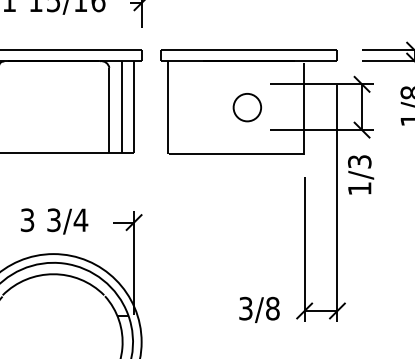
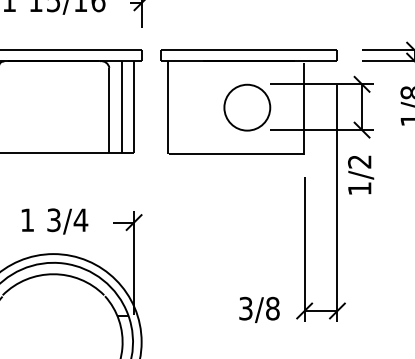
circle at (246, 107) size: 30x30 px -> 49x49 px
text at (359, 161): 1/3 -> 1/2
text at (27, 220): 3 -> 1
